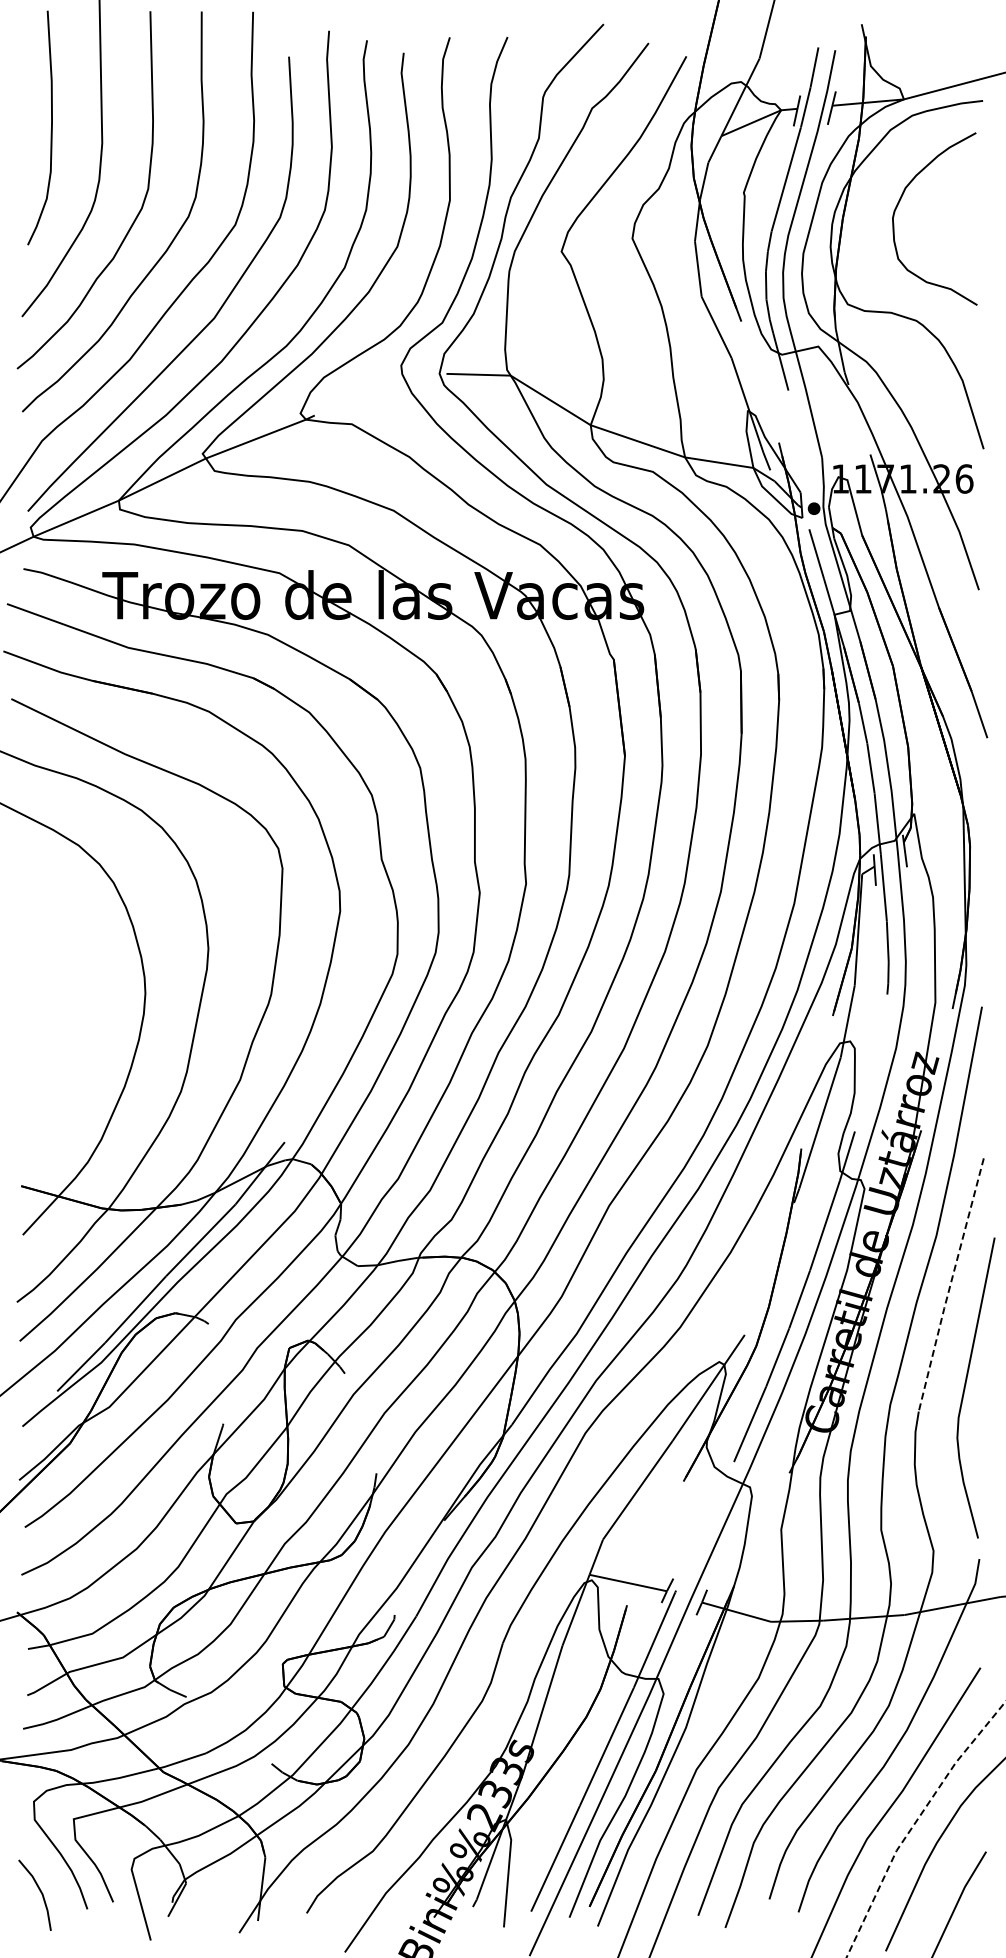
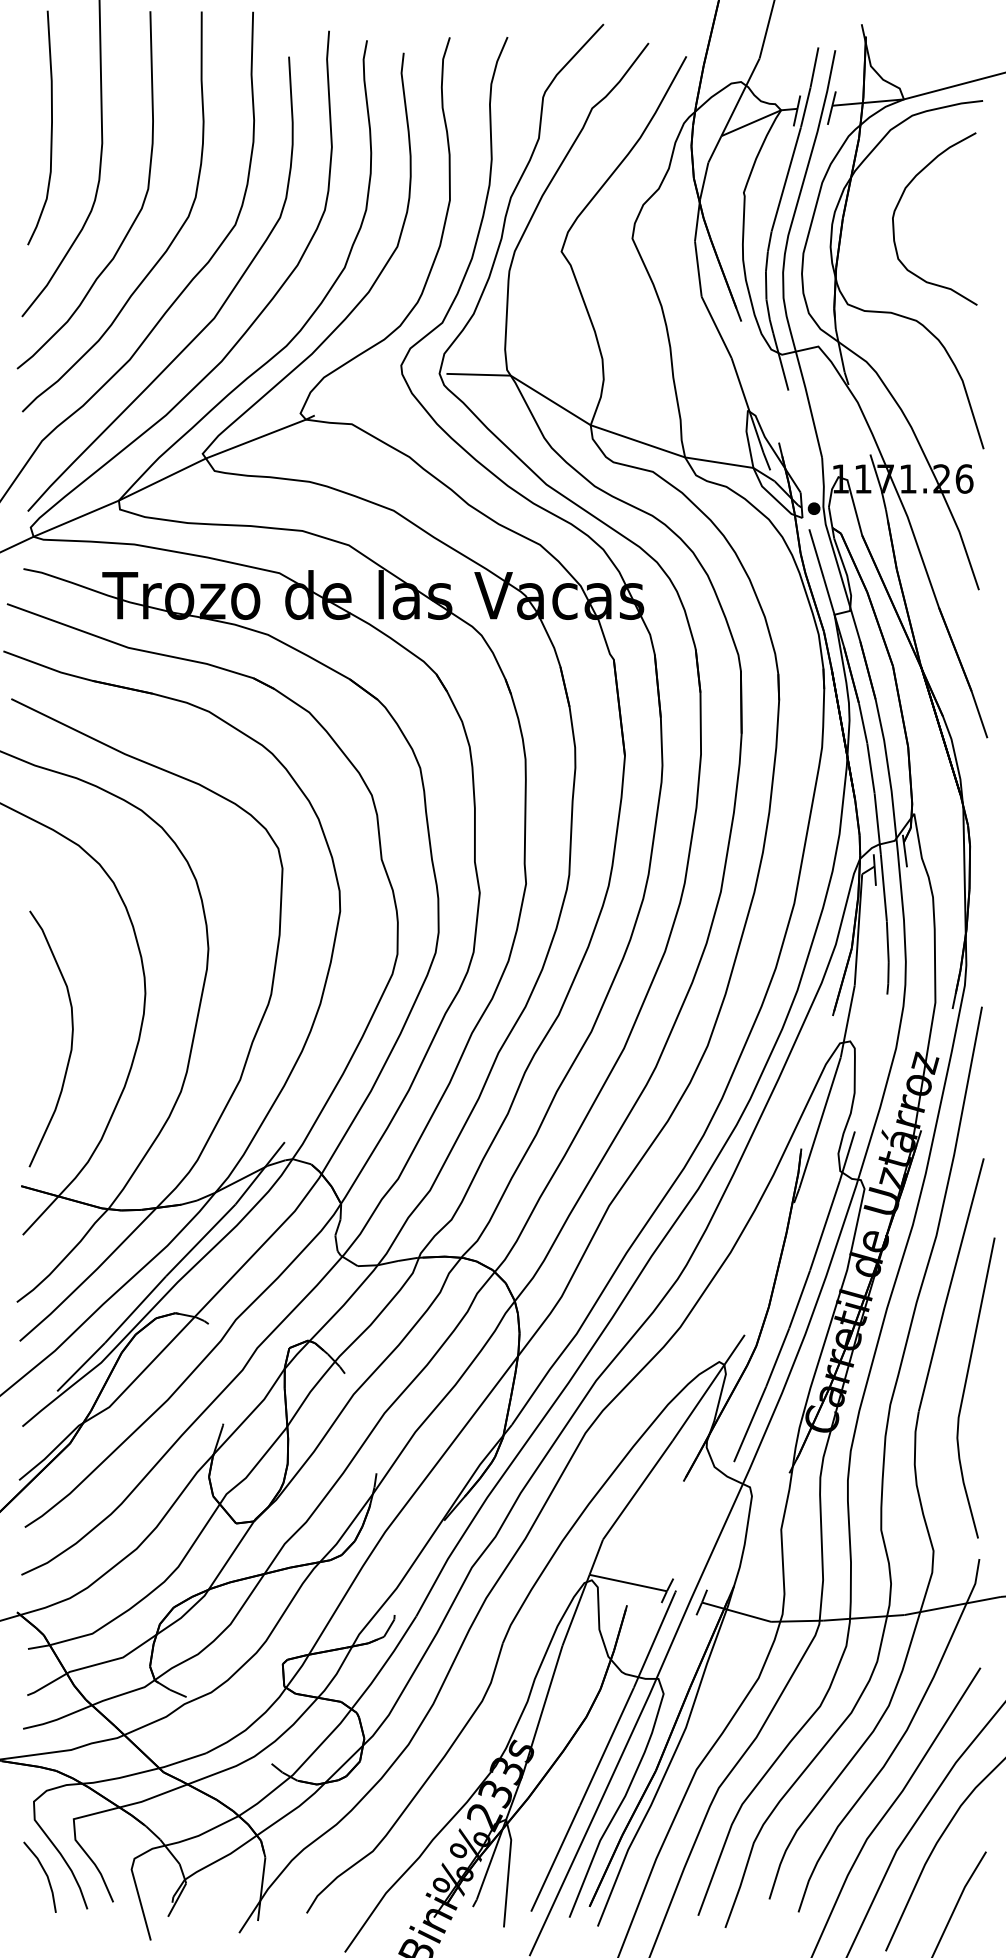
curve at (71, 1038): none -> present
line at (950, 1285): dashed -> solid
line at (915, 1822): dashed -> solid
line at (39, 1891) position: (39, 1891) -> (44, 1873)
